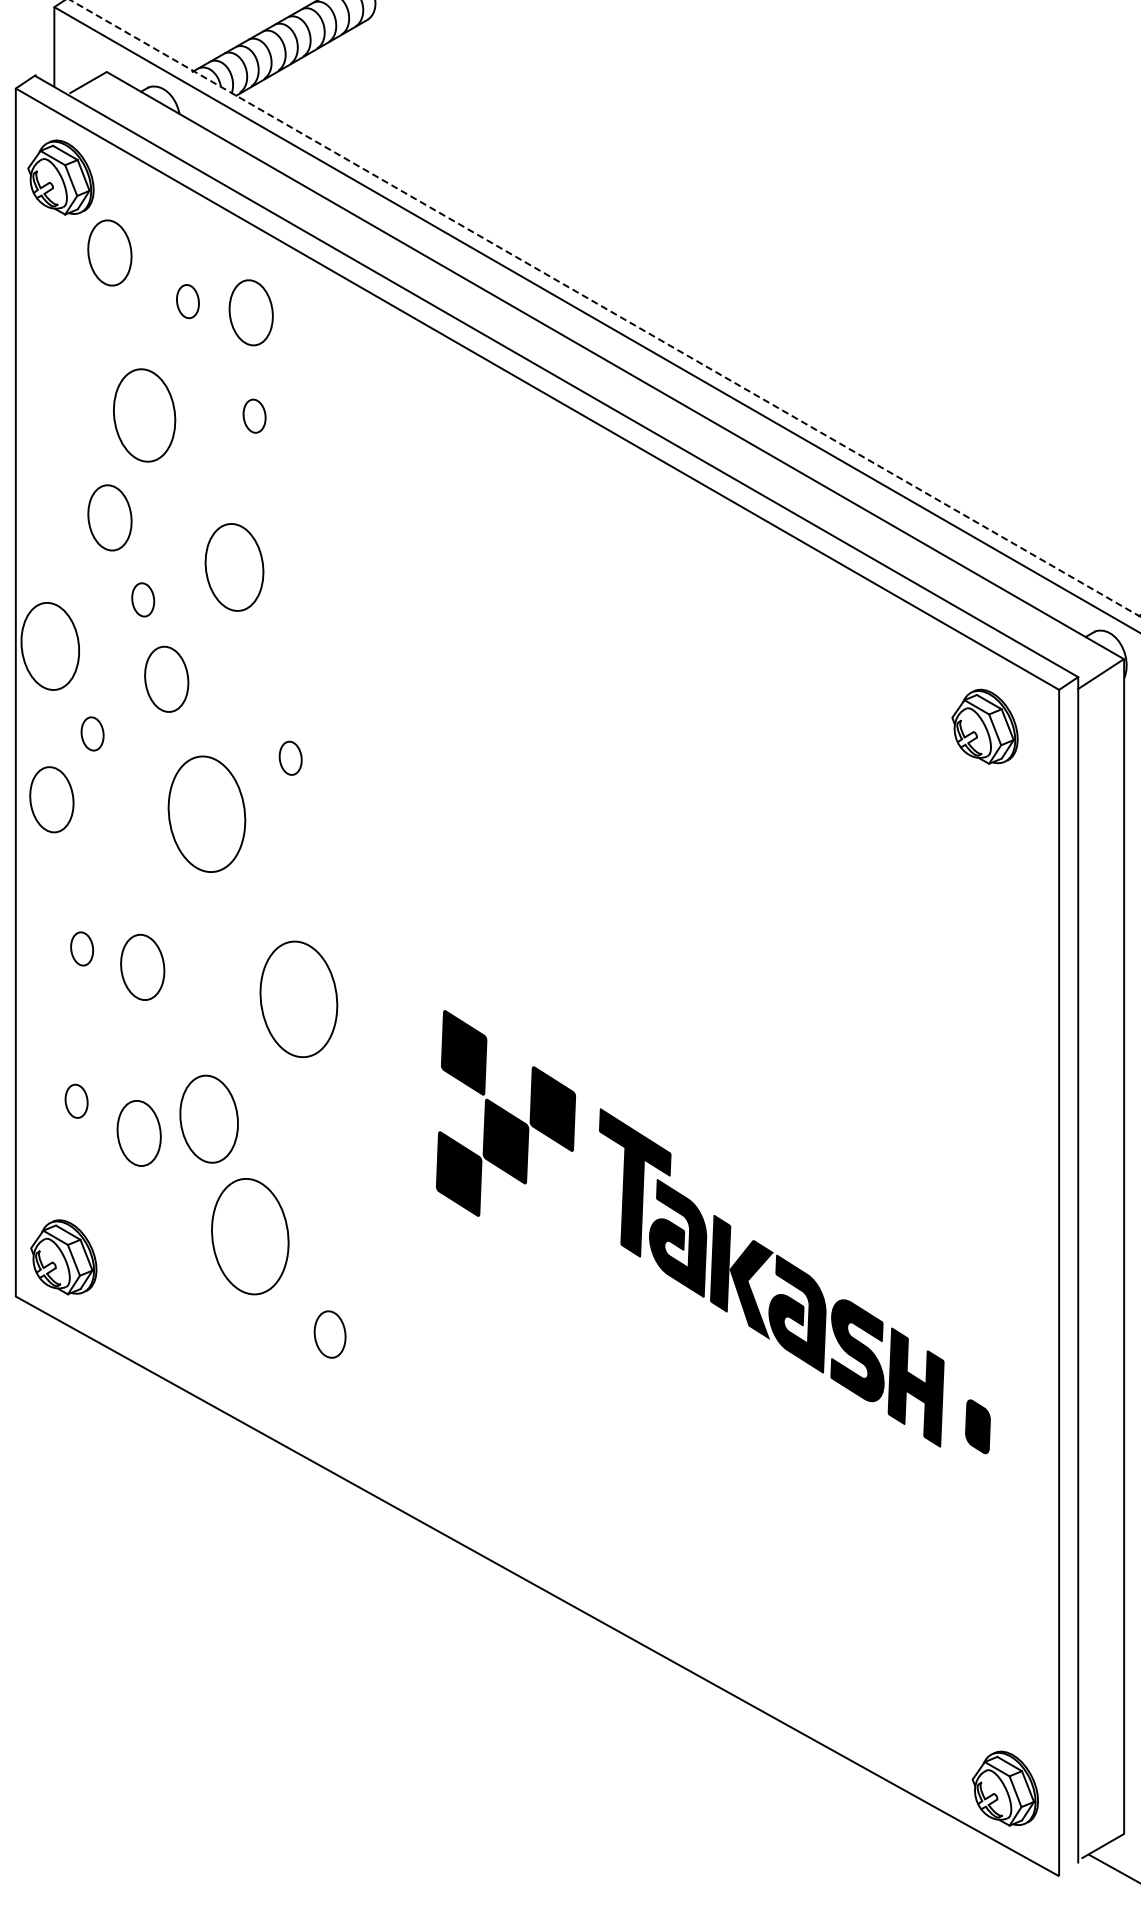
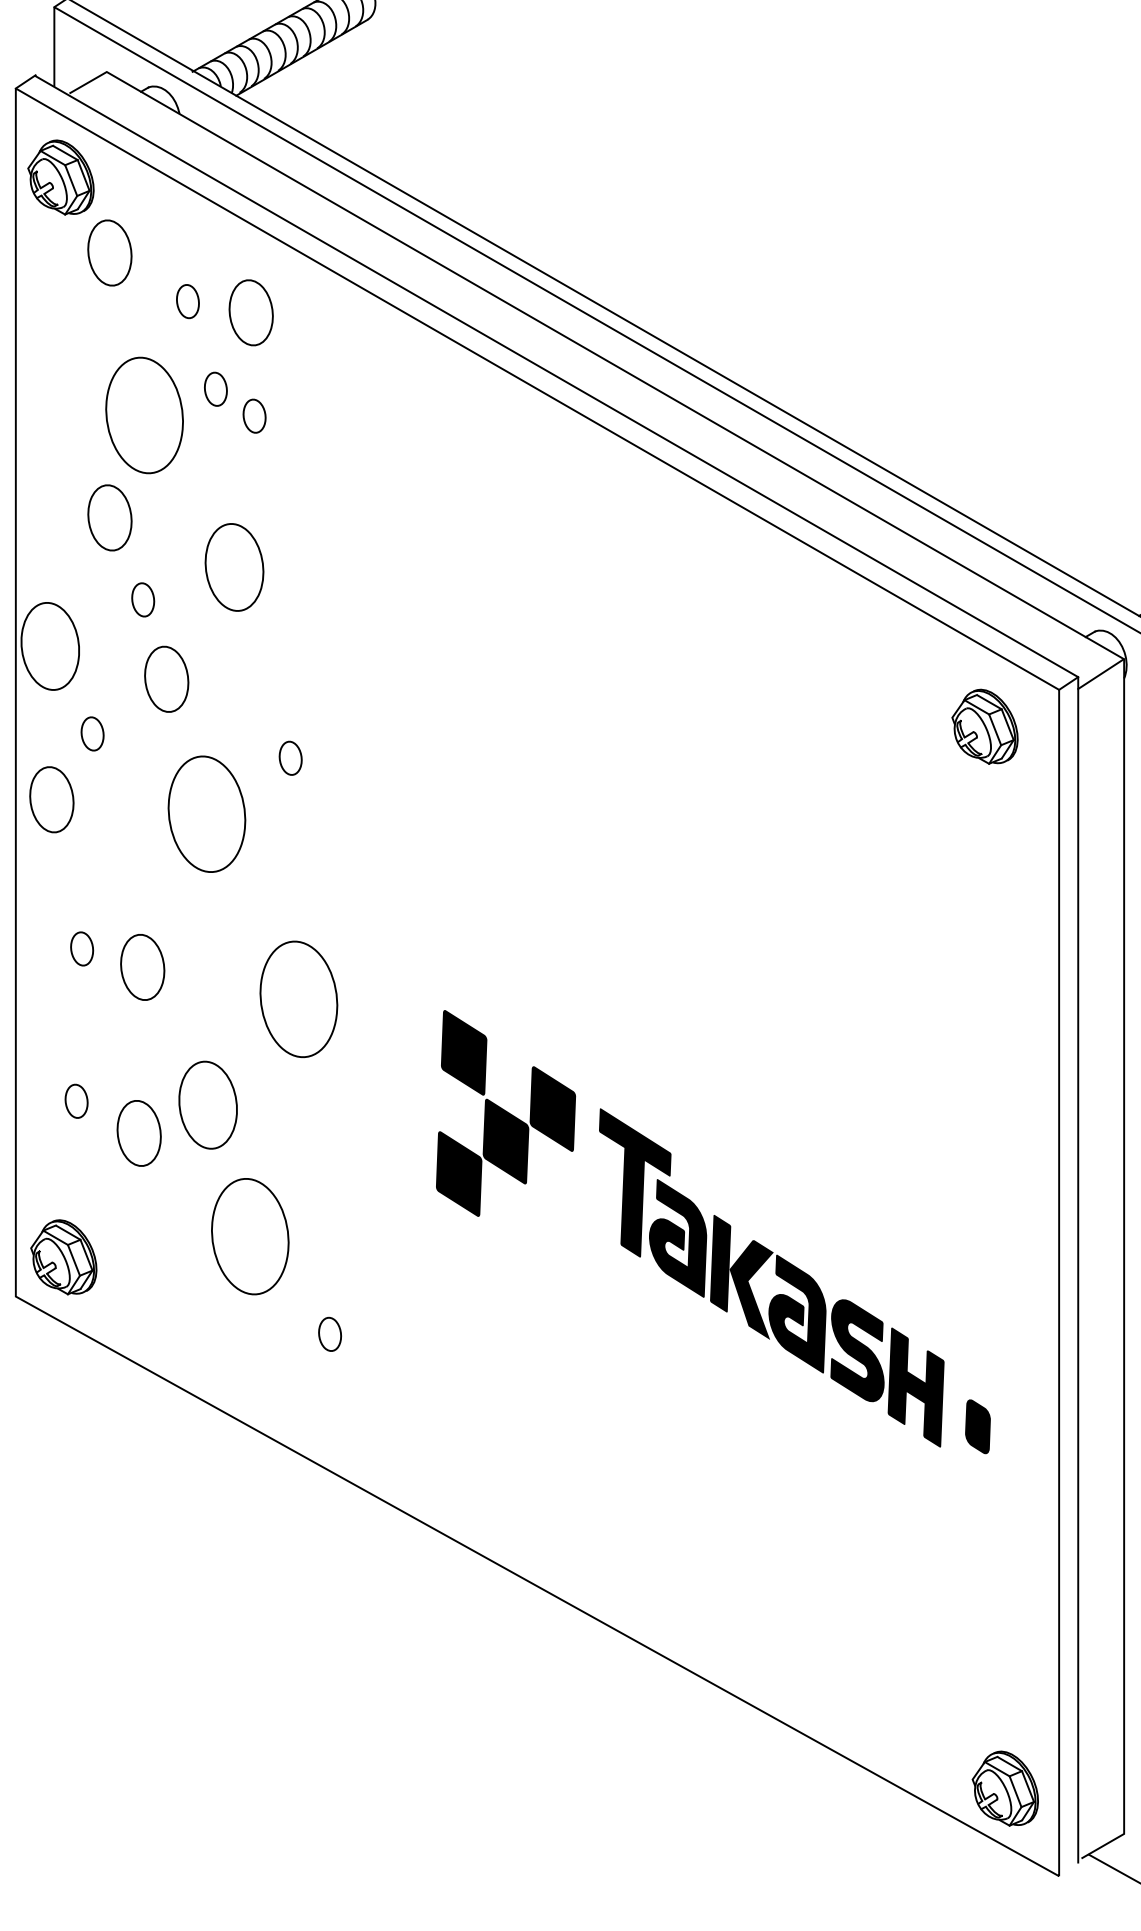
line at (606, 308): dashed -> solid
part at (215, 388): none -> present
part at (144, 415) size: 64x95 px -> 79x119 px
part at (208, 1118) position: (208, 1118) -> (207, 1104)
part at (329, 1334) size: 34x49 px -> 24x36 px
